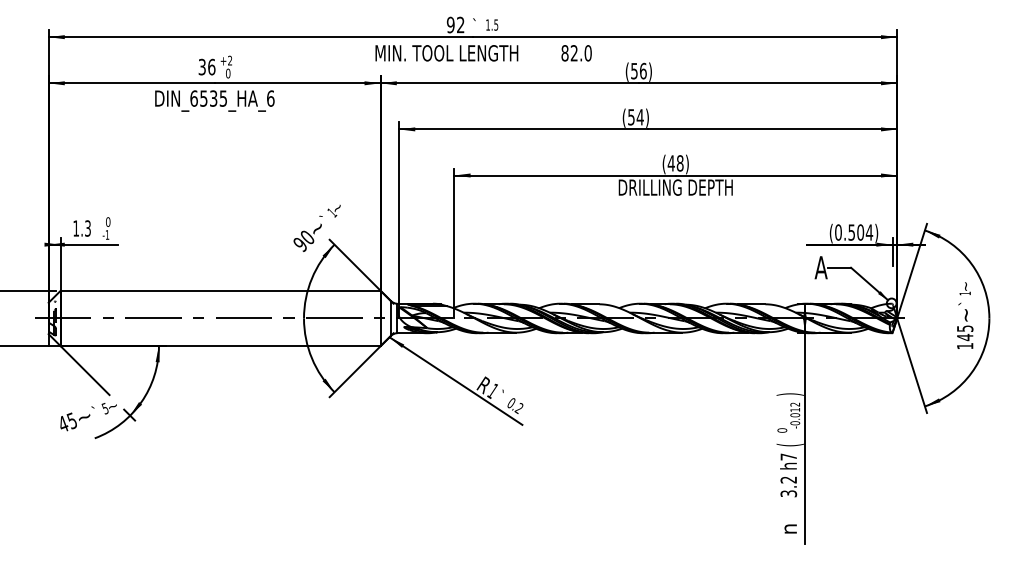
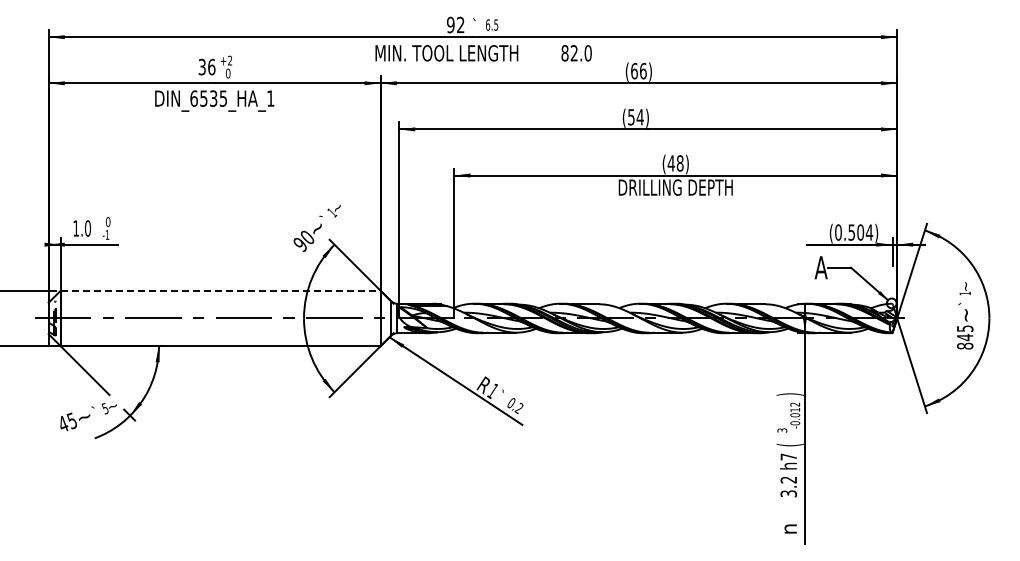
text at (488, 24): 1.5 -> 6.5
text at (634, 70): (56) -> (66)
text at (270, 98): DIN_6535_HA_6 -> DIN_6535_HA_1
text at (88, 228): 1.3 -> 1.0
line at (221, 290): solid -> dashed
text at (964, 345): 145 -> 845
text at (782, 430): 0 -> 3
